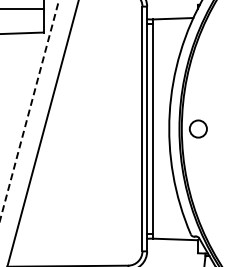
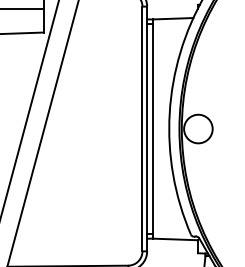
line at (29, 110): dashed -> solid
circle at (197, 128) diameter: 17 px -> 29 px
